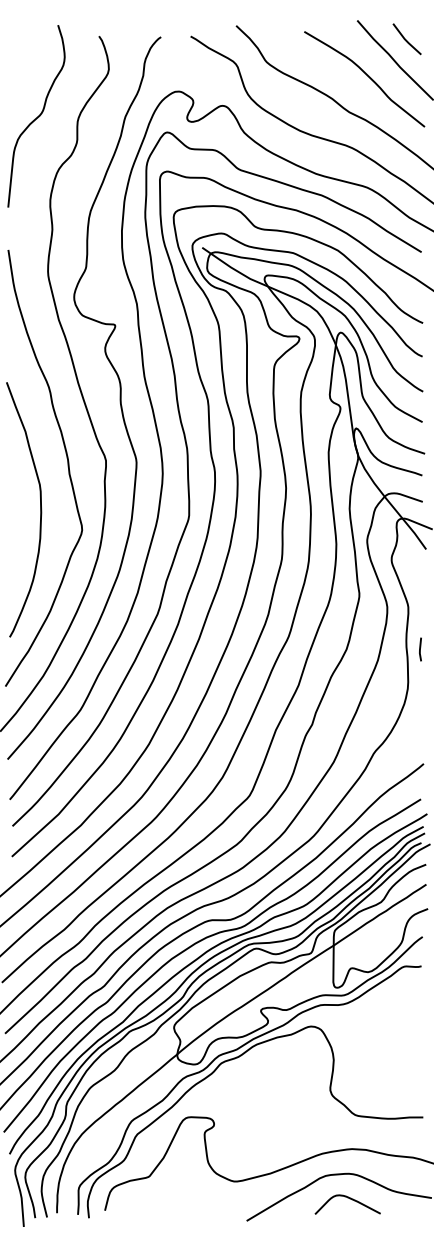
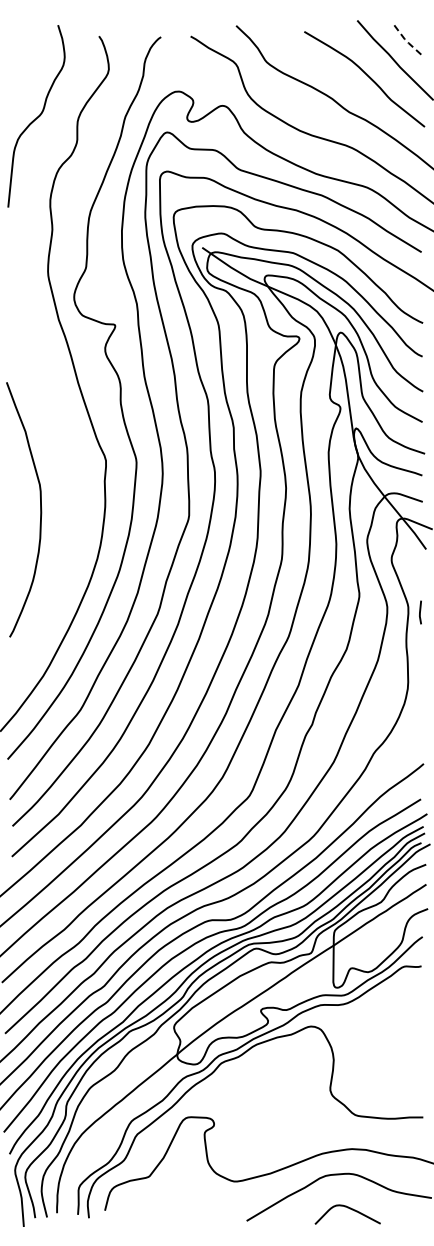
line at (405, 40): solid -> dashed
curve at (67, 466): present -> none
line at (420, 649) position: (420, 649) -> (420, 612)
curve at (349, 1199) position: (349, 1199) -> (349, 1209)
